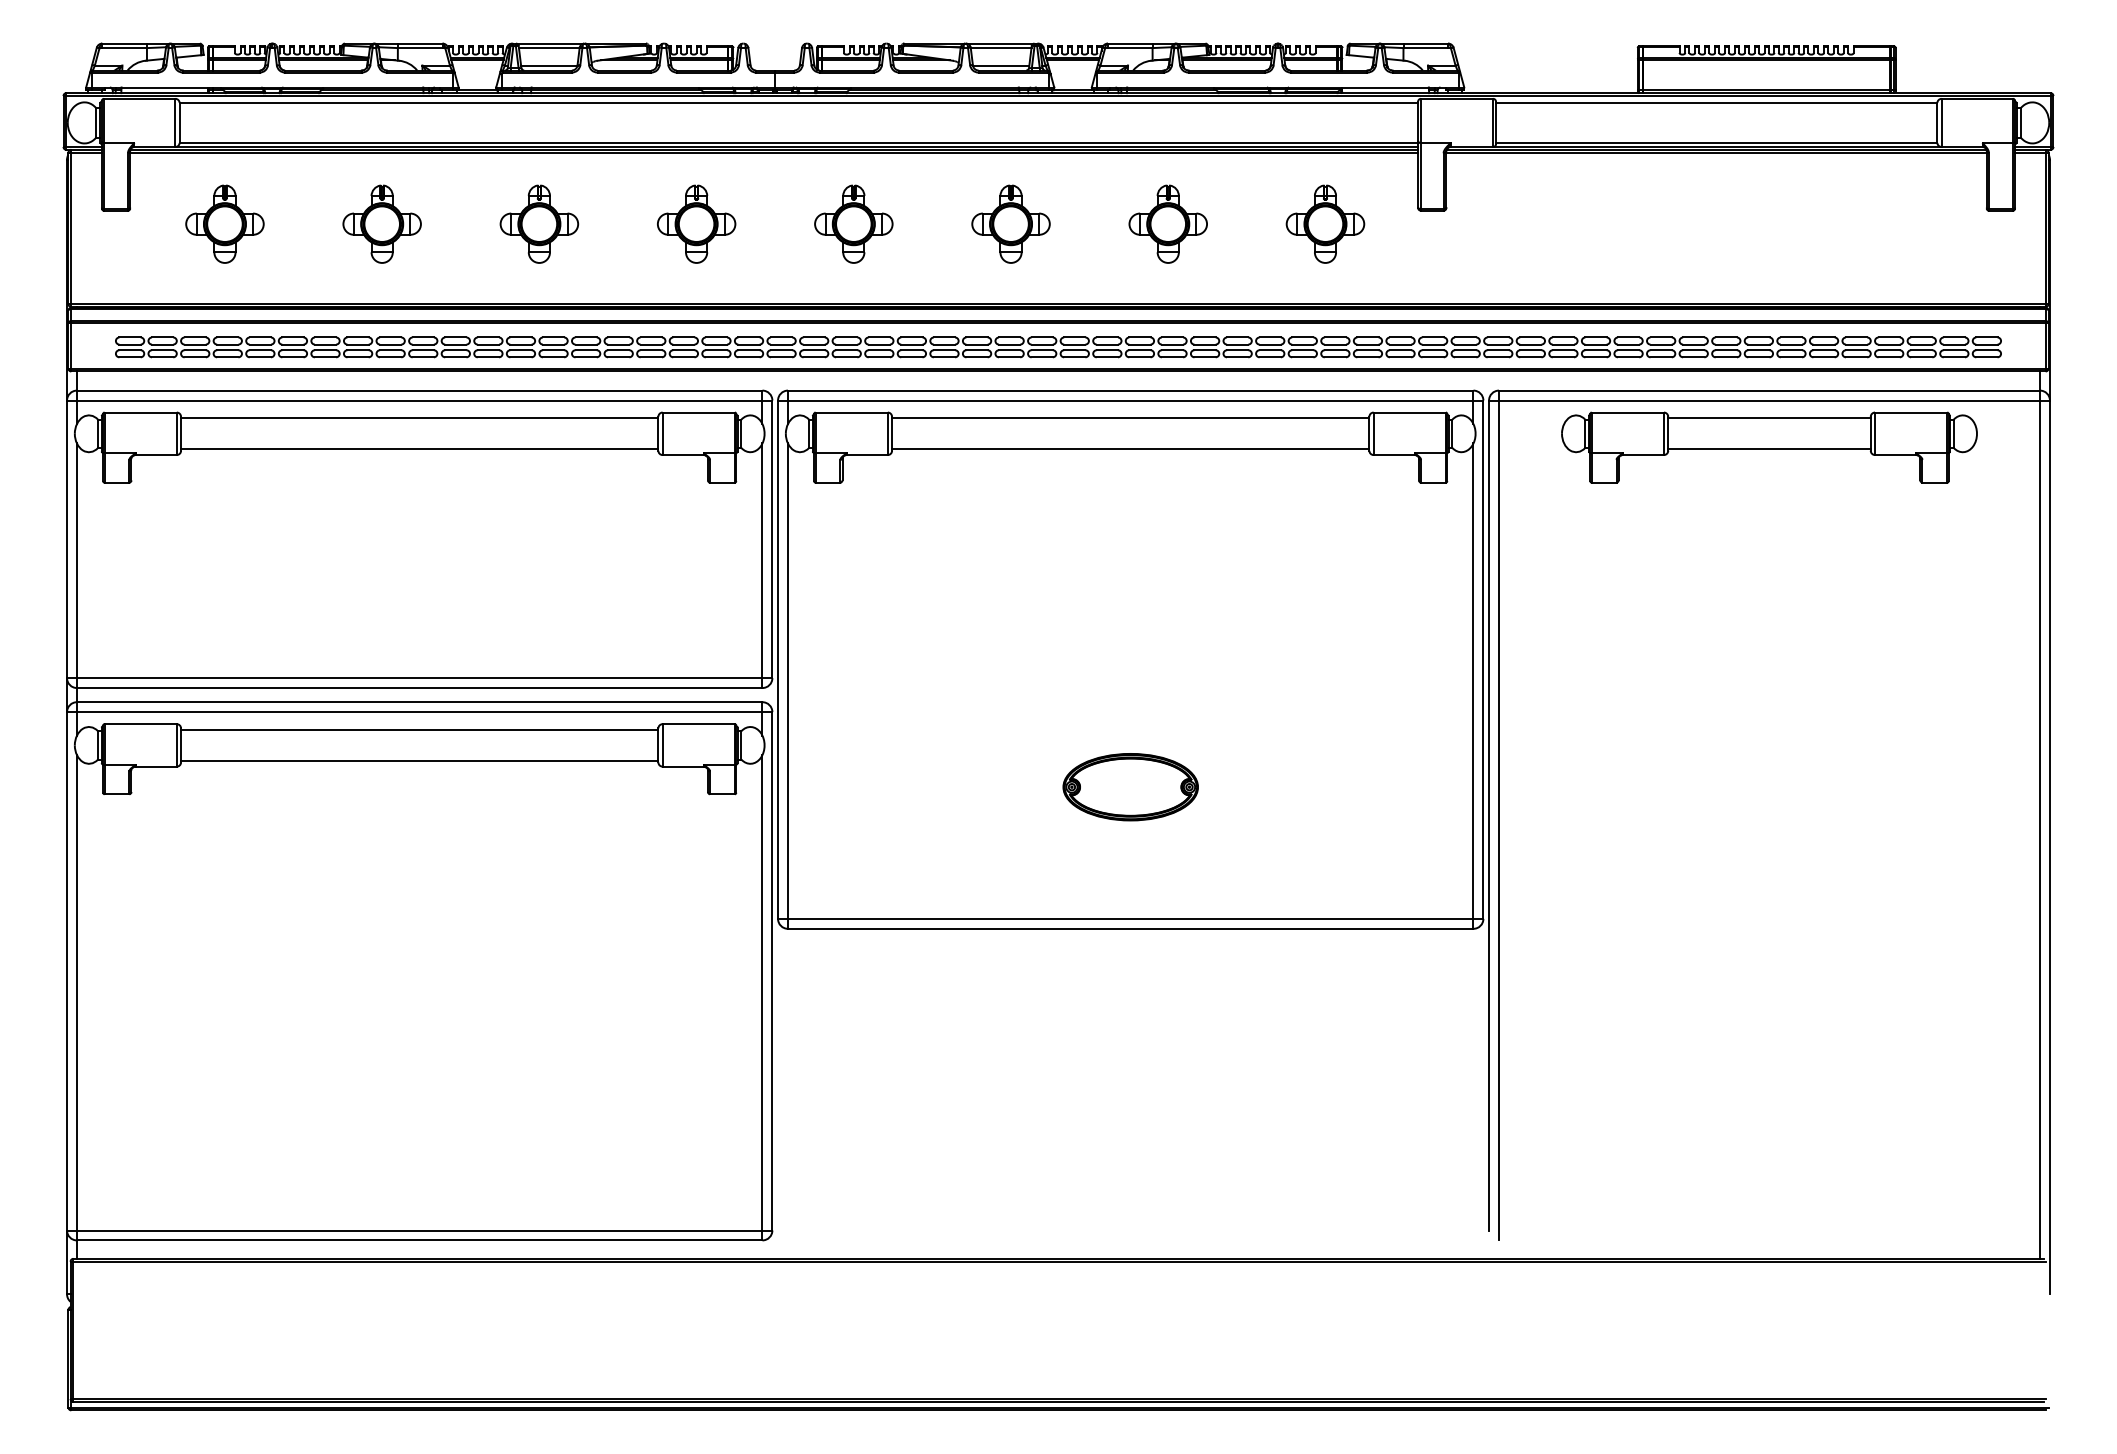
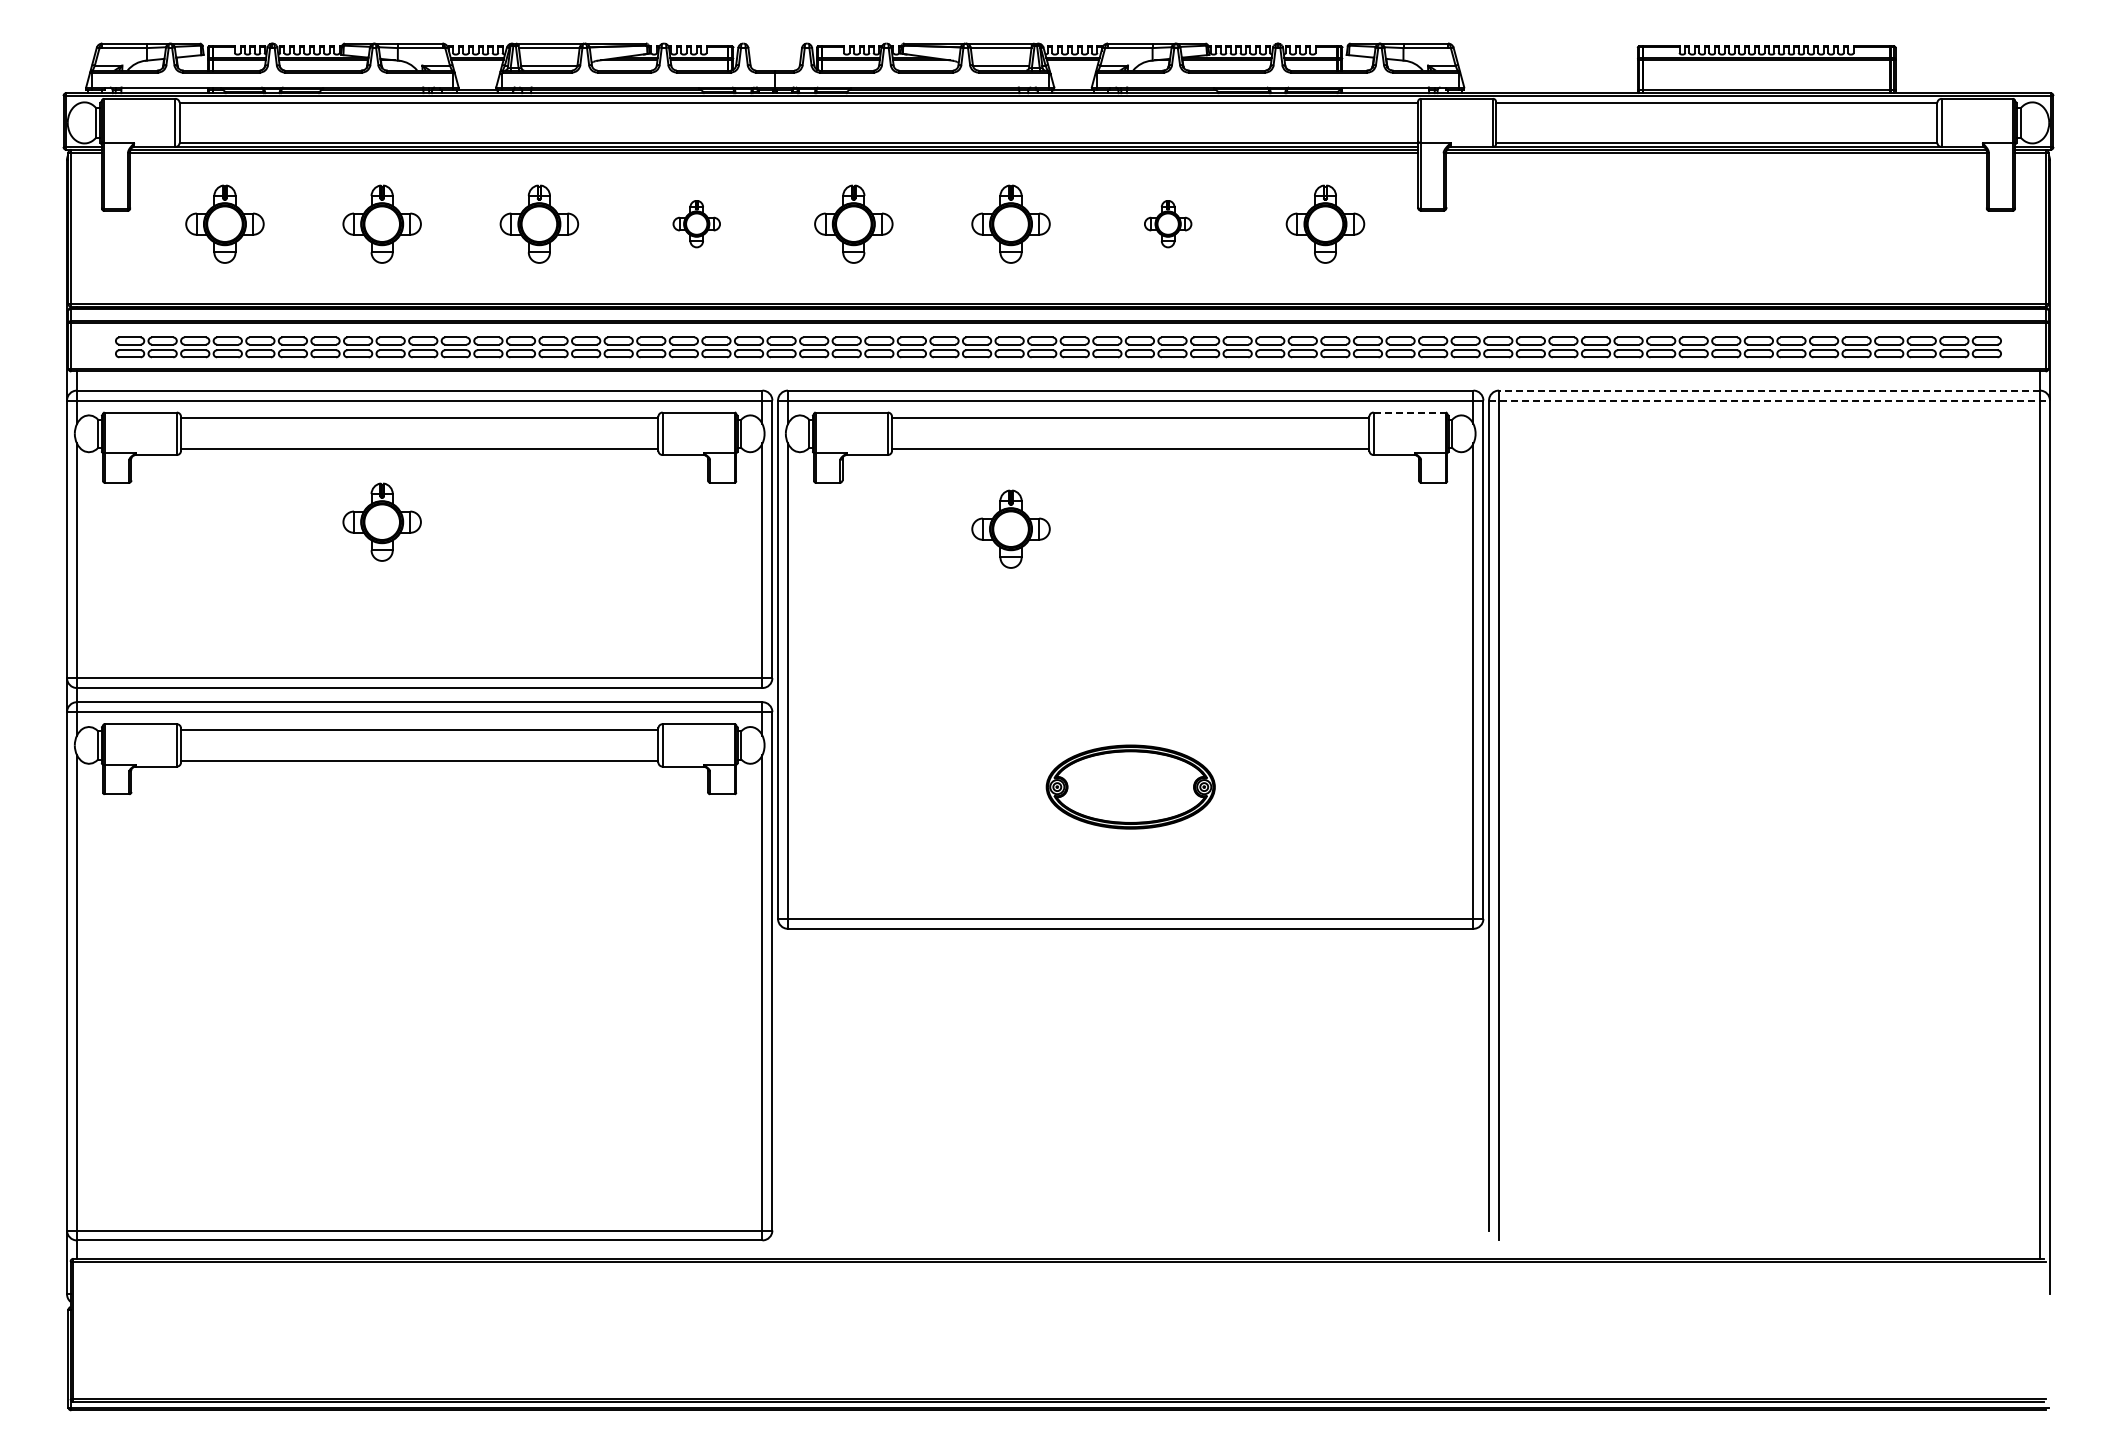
part at (696, 223) size: 80x80 px -> 49x49 px
part at (1167, 223) size: 80x80 px -> 49x49 px
line at (1769, 390): solid -> dashed
line at (1770, 400): solid -> dashed
line at (1410, 412): solid -> dashed
part at (1769, 447): present -> none
part at (381, 521): none -> present
part at (1010, 528): none -> present
part at (1130, 787) size: 137x69 px -> 171x86 px
